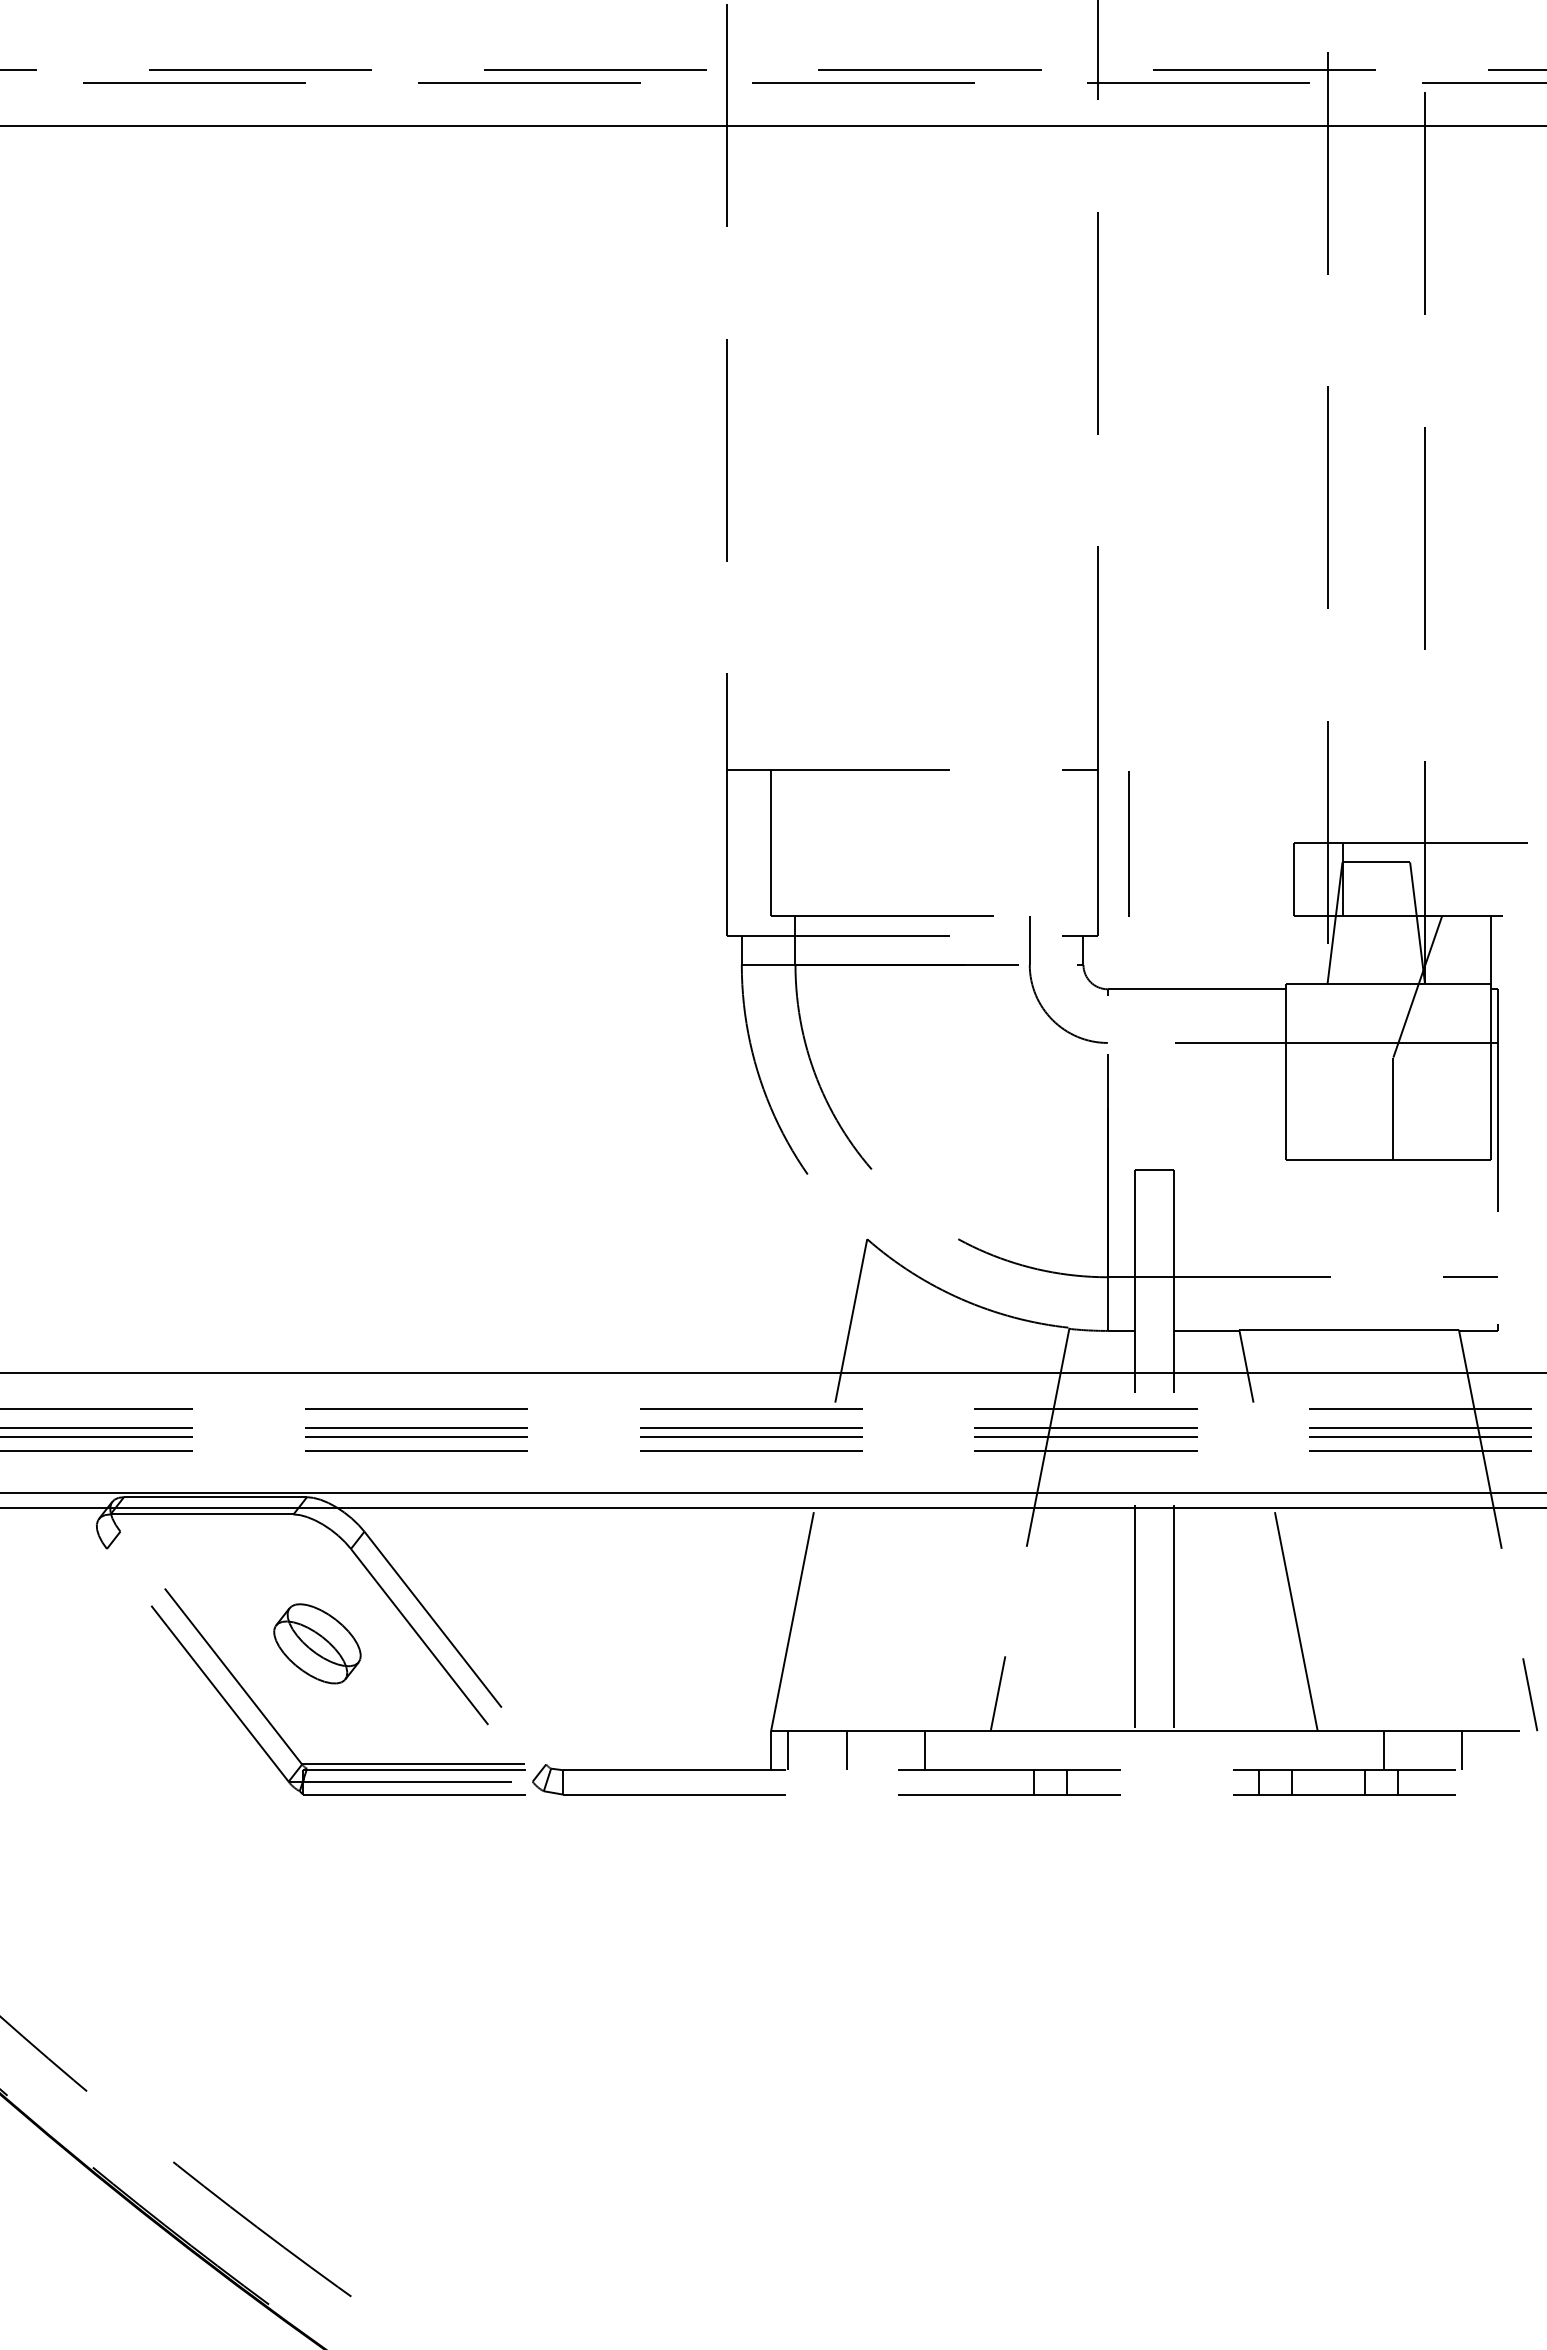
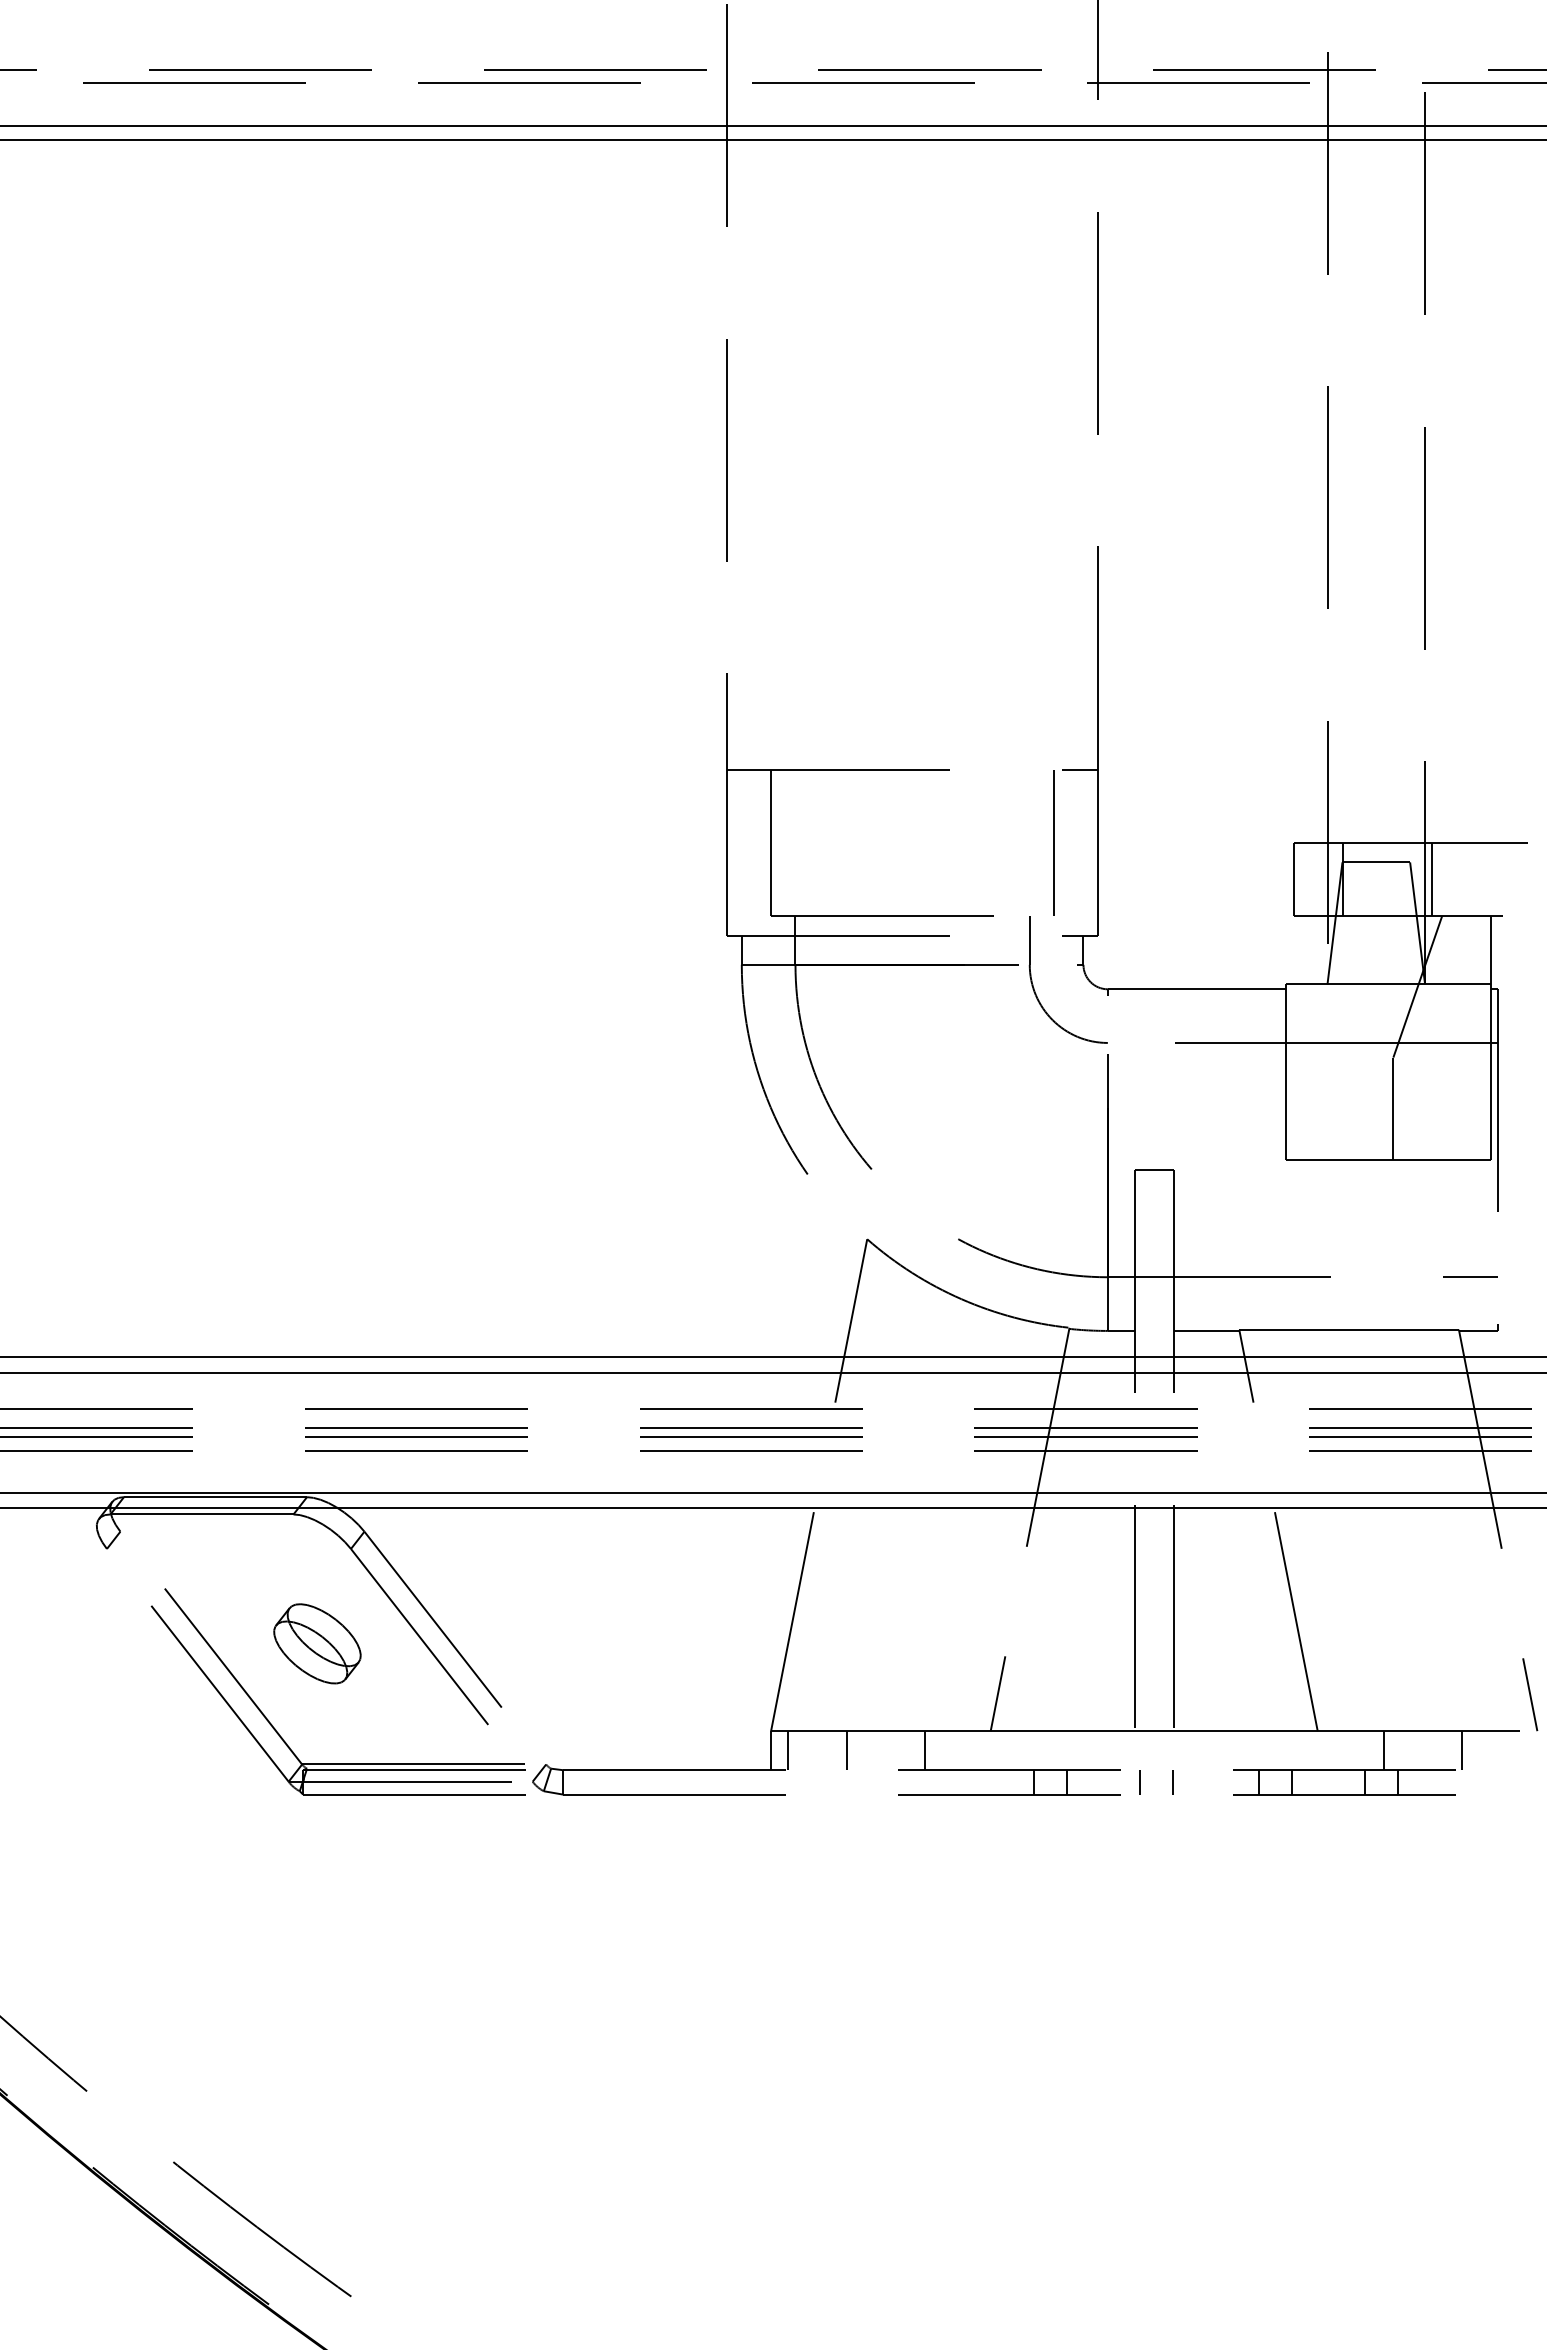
line at (772, 139): none -> present
line at (1128, 843) position: (1128, 843) -> (1053, 842)
line at (1431, 879): none -> present
line at (772, 1357): none -> present
line at (1140, 1782): none -> present
line at (1173, 1782): none -> present
